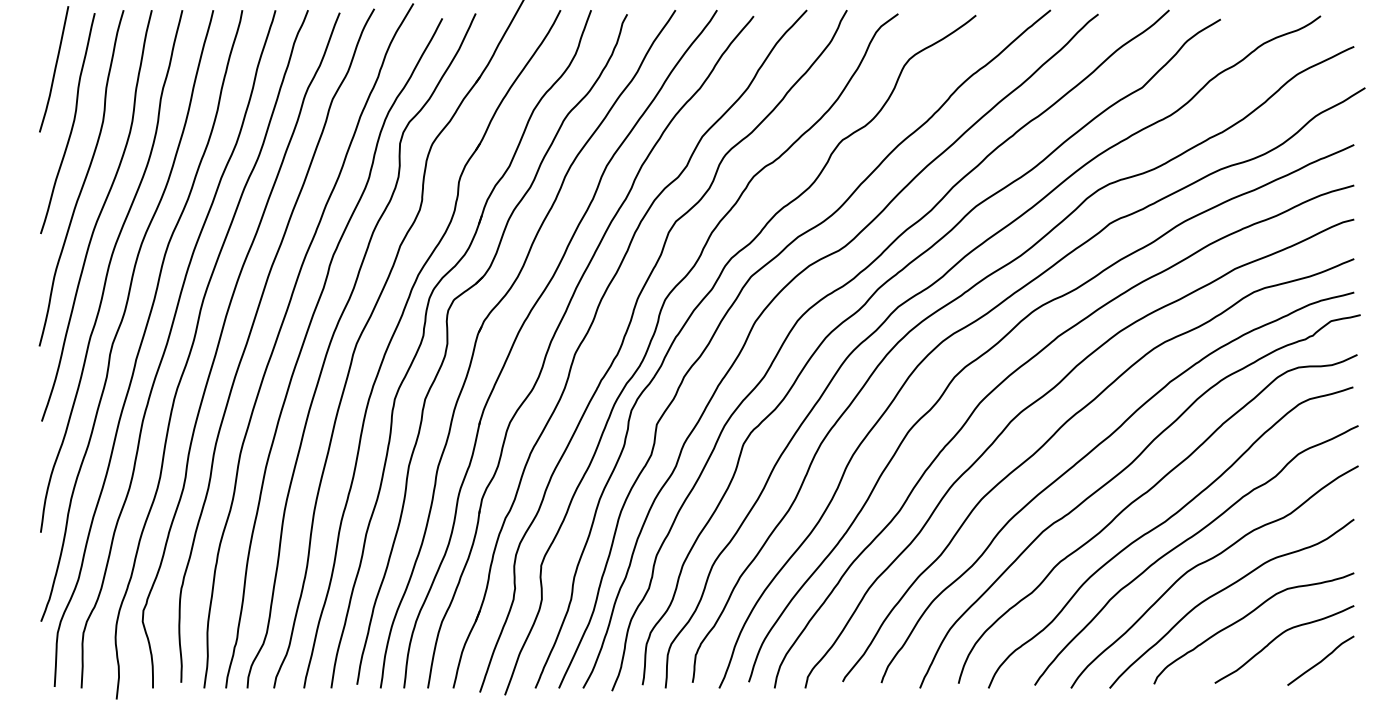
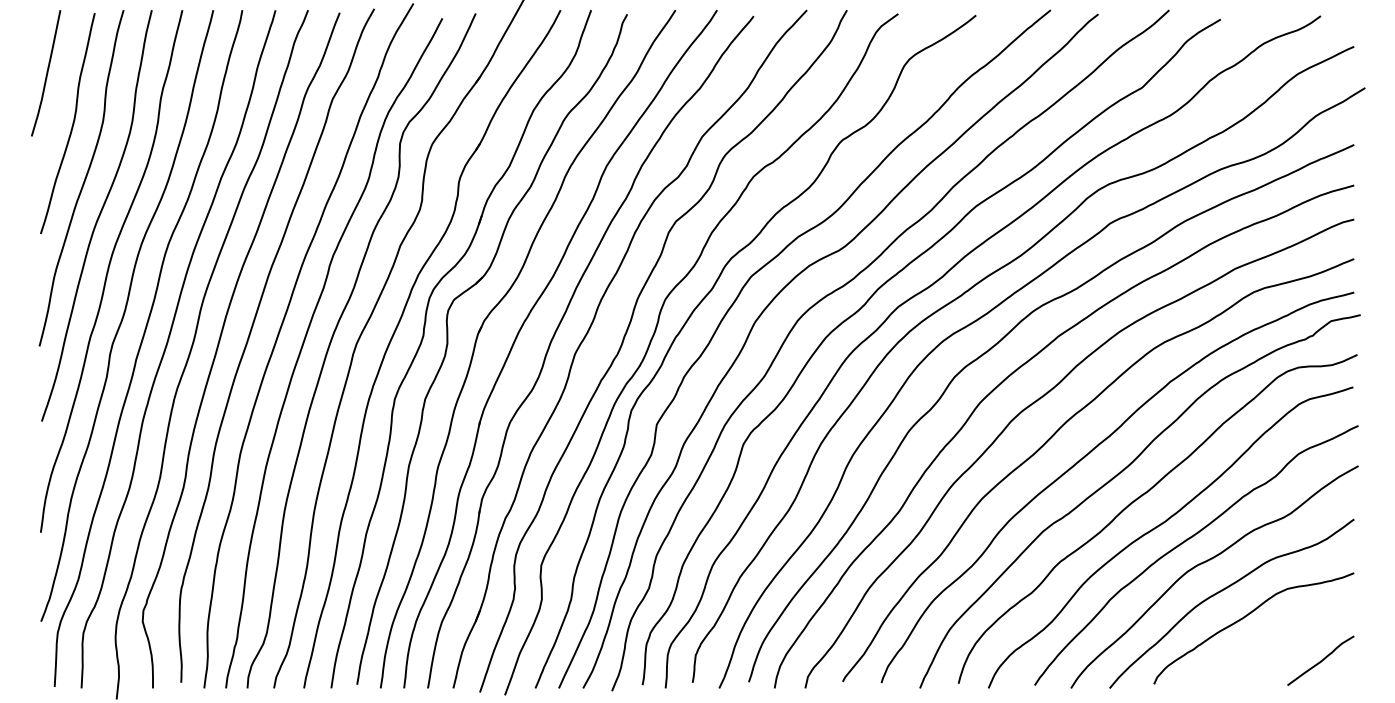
curve at (54, 69) position: (54, 69) -> (46, 73)
curve at (1278, 637): present -> none
